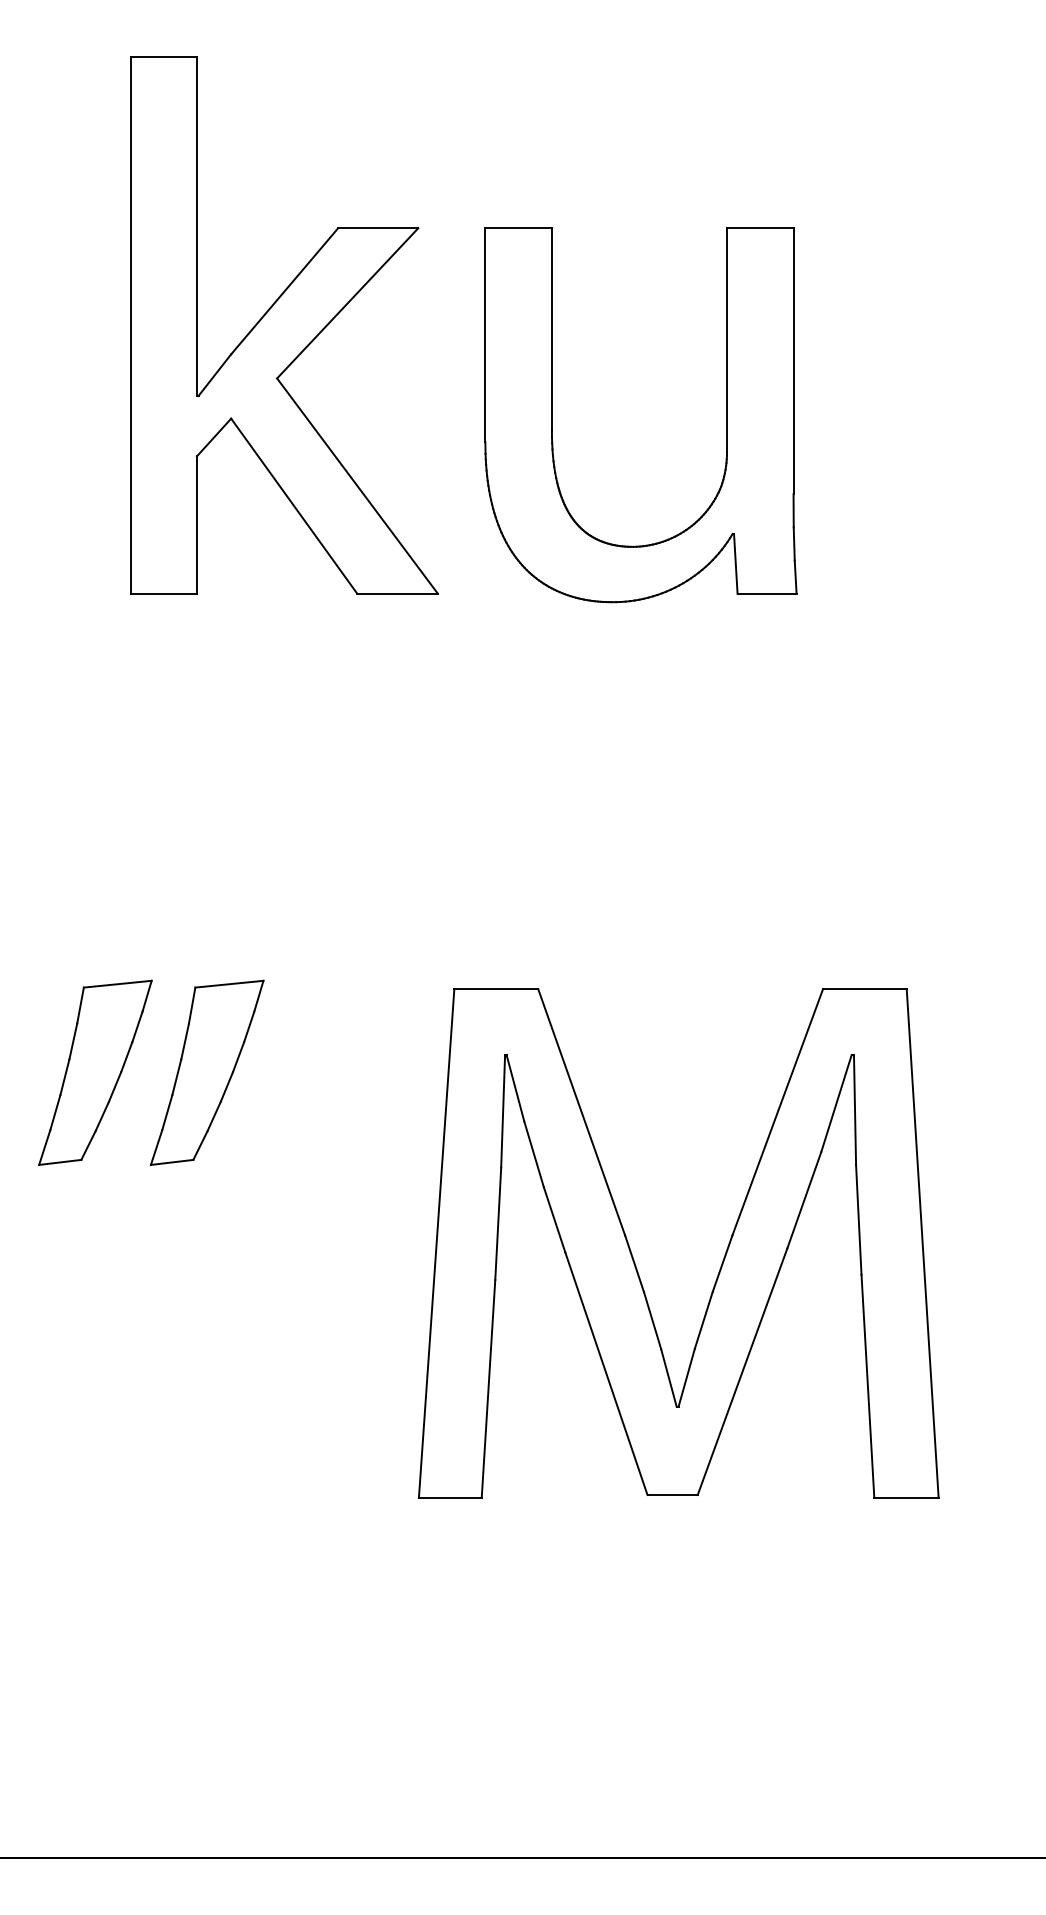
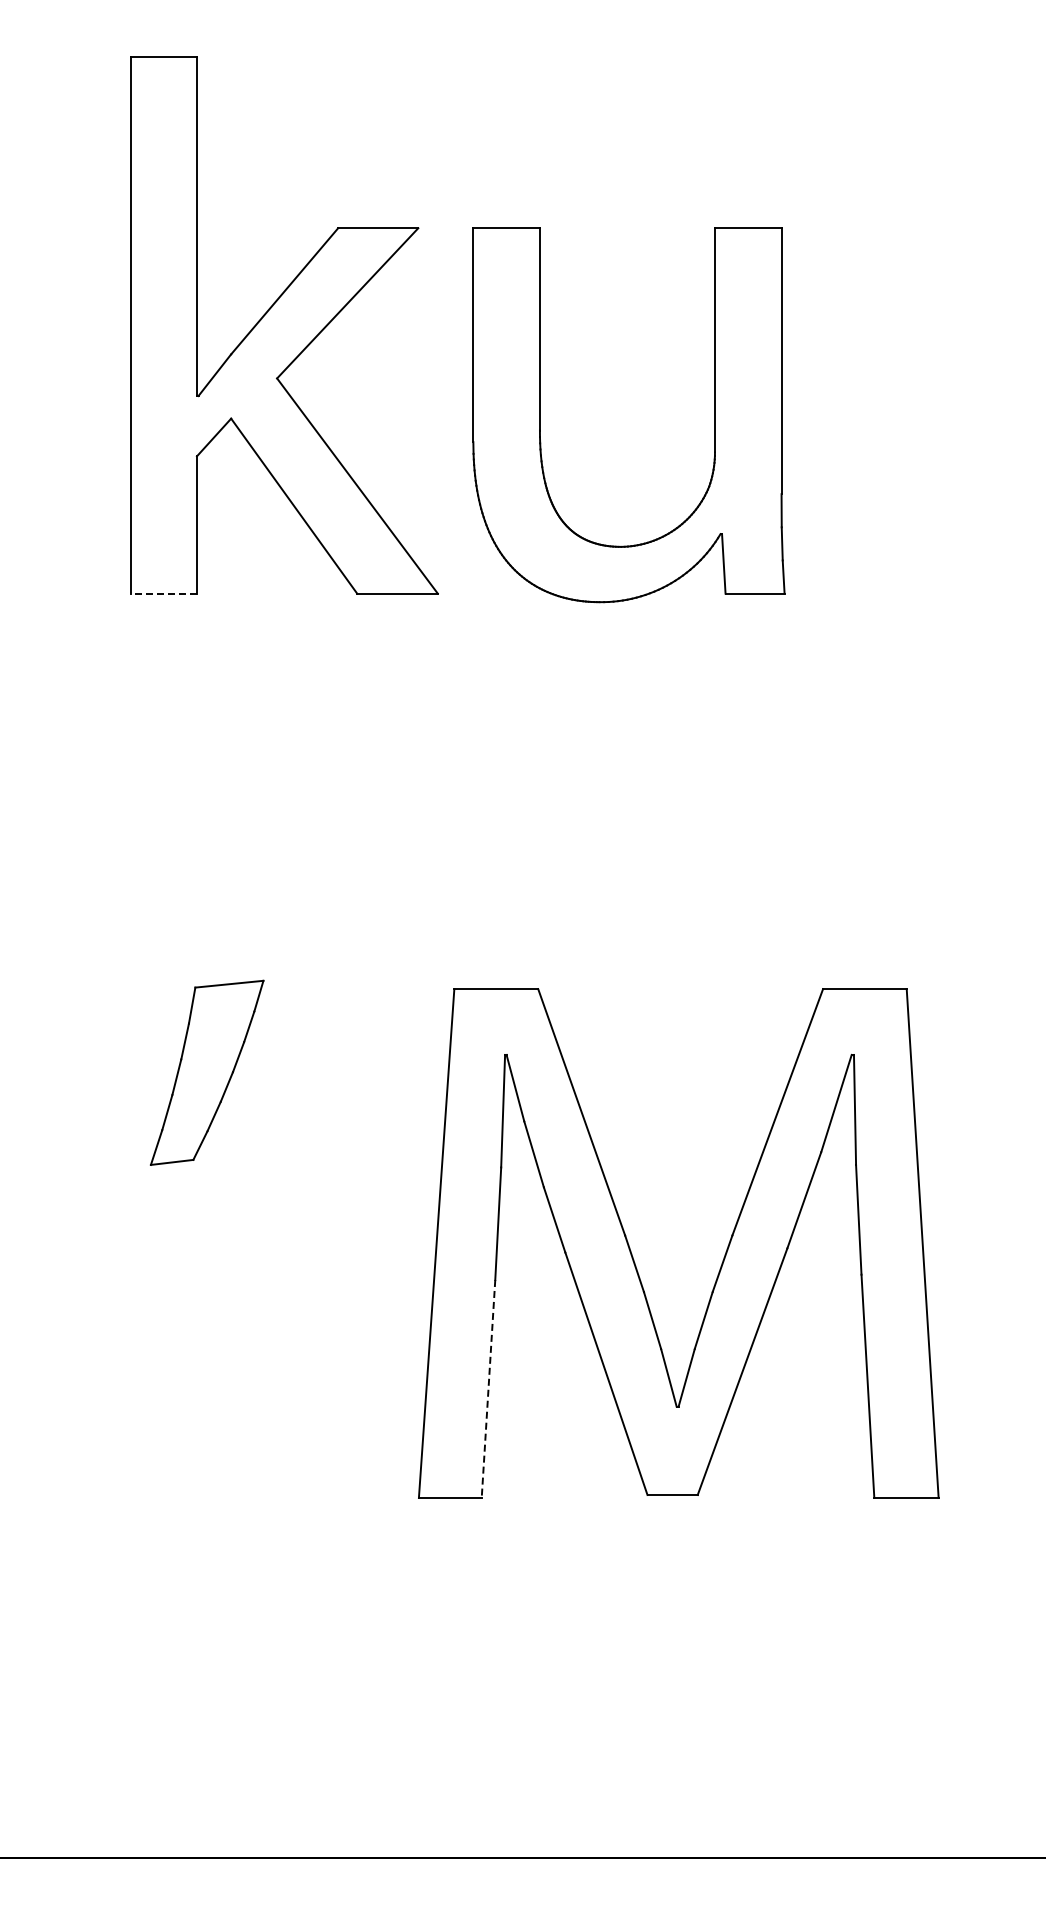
part at (726, 415) position: (726, 415) -> (714, 415)
line at (164, 593): solid -> dashed
part at (95, 1072): present -> none
line at (488, 1389): solid -> dashed
